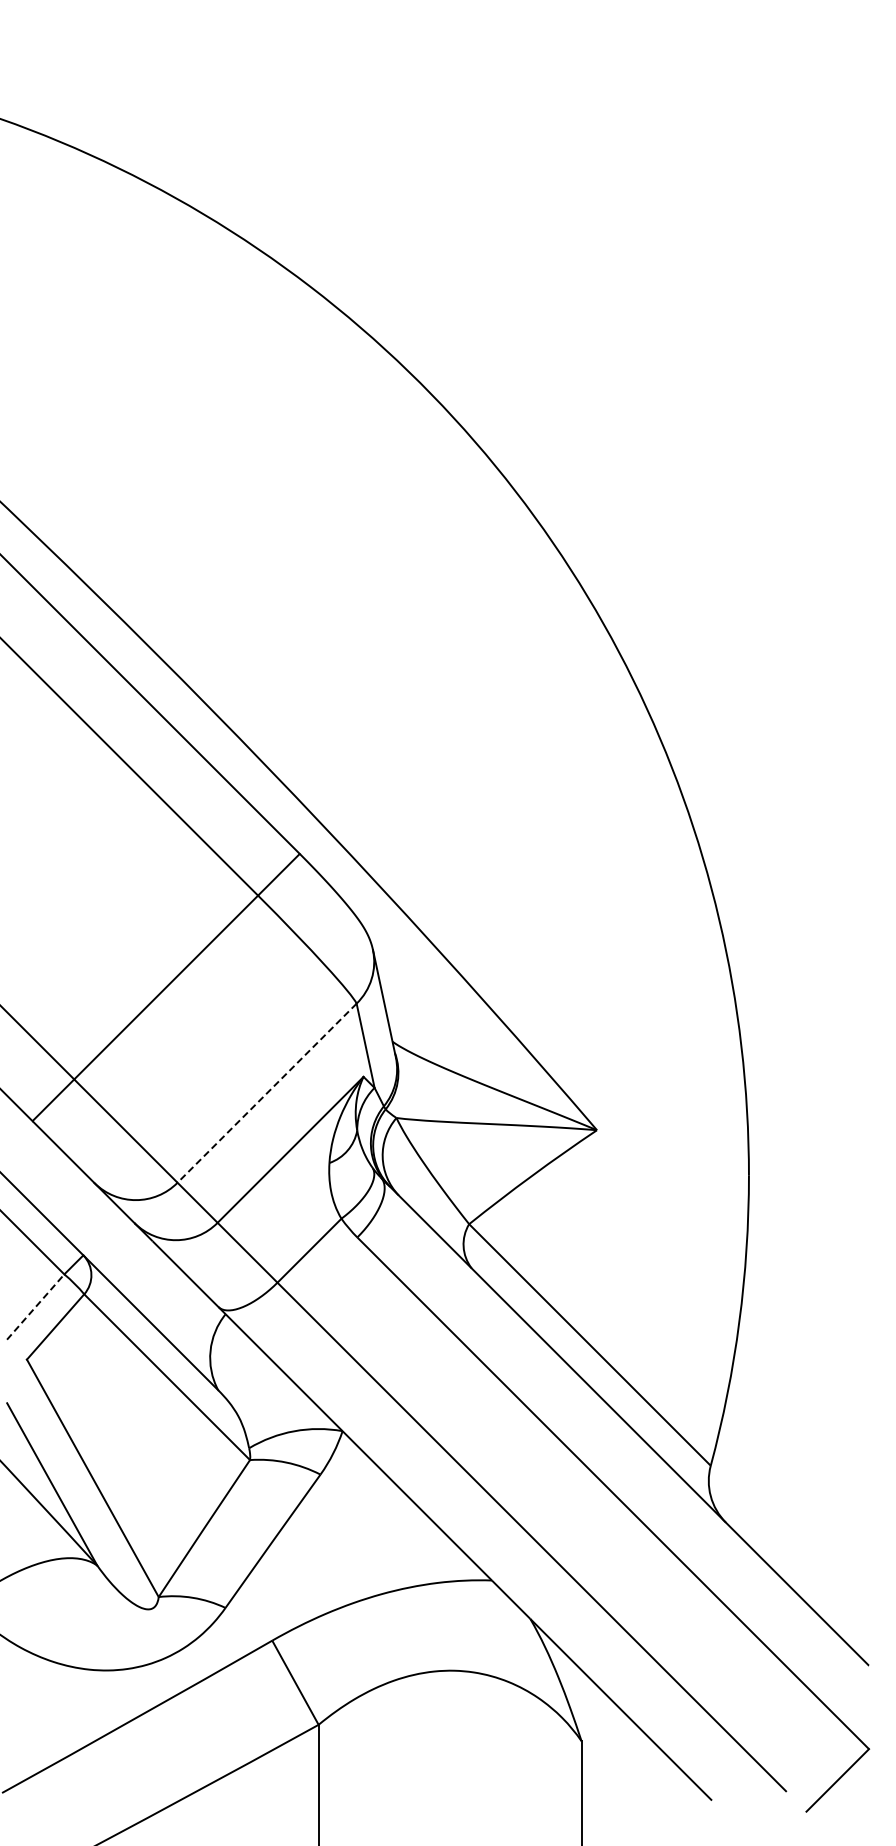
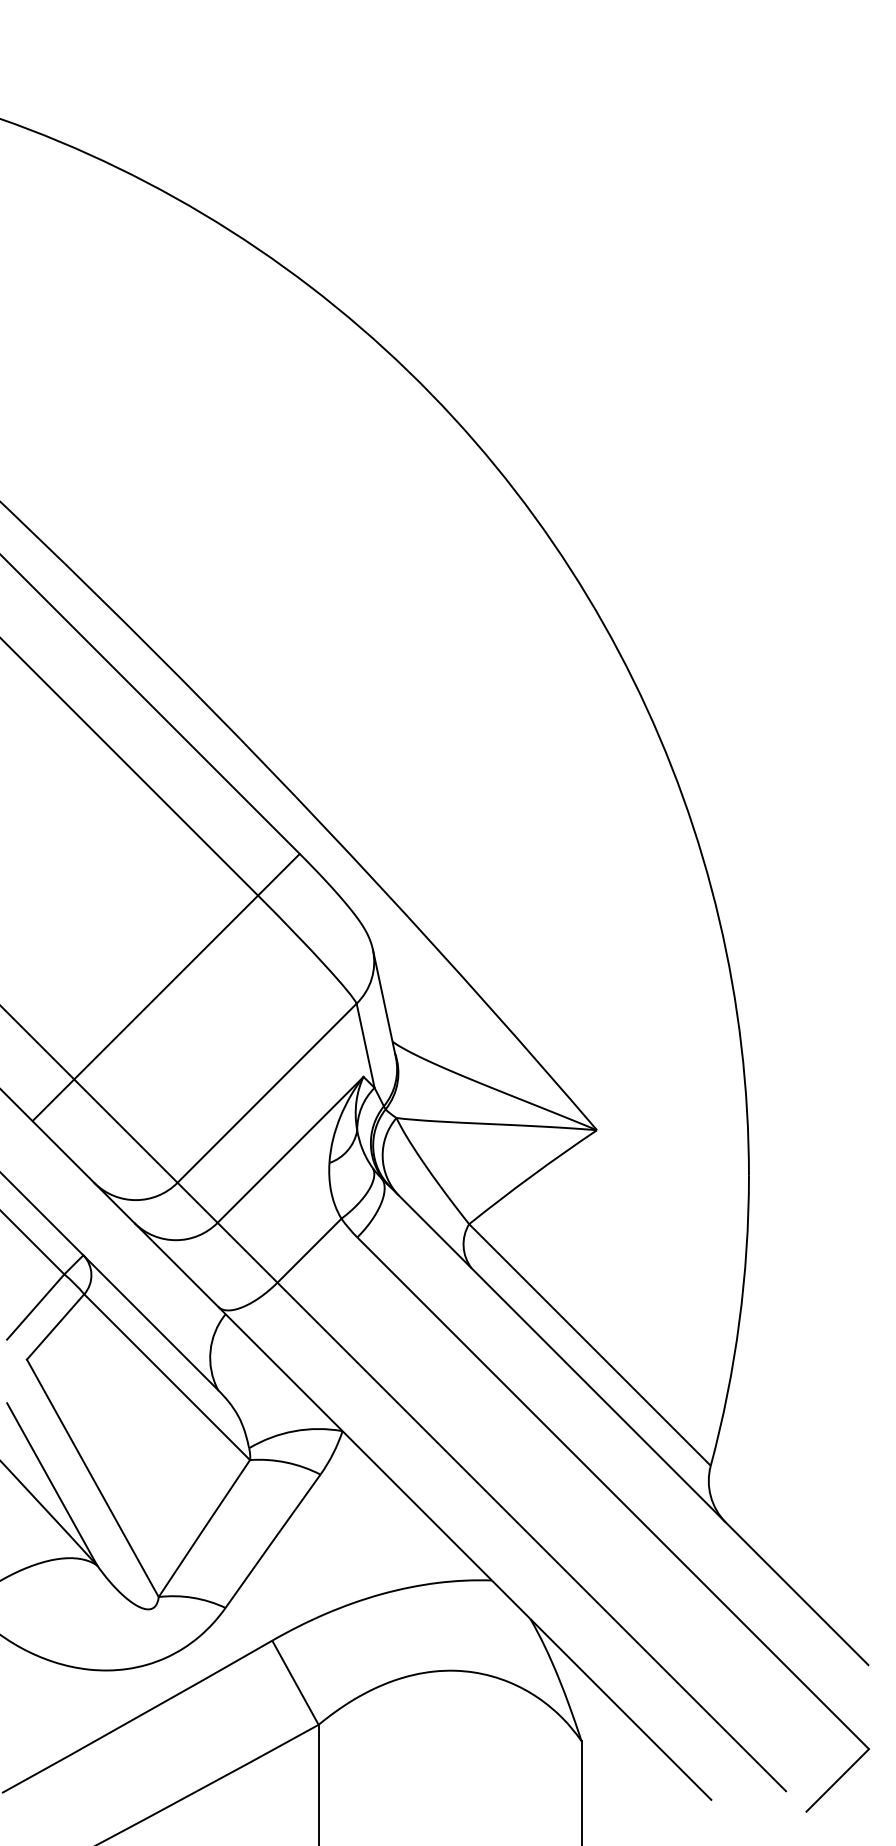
line at (267, 1093): dashed -> solid
line at (36, 1306): dashed -> solid
